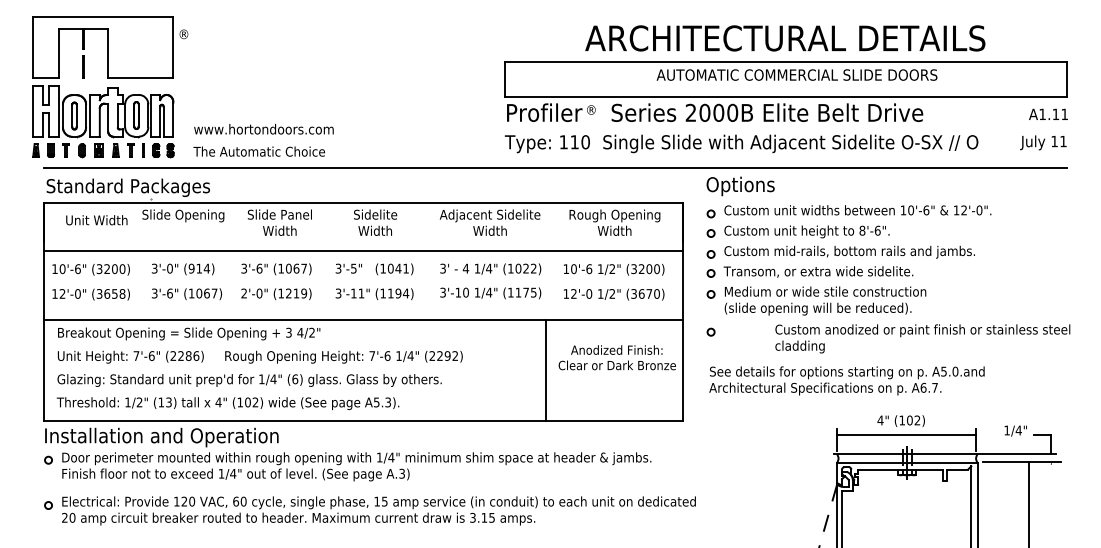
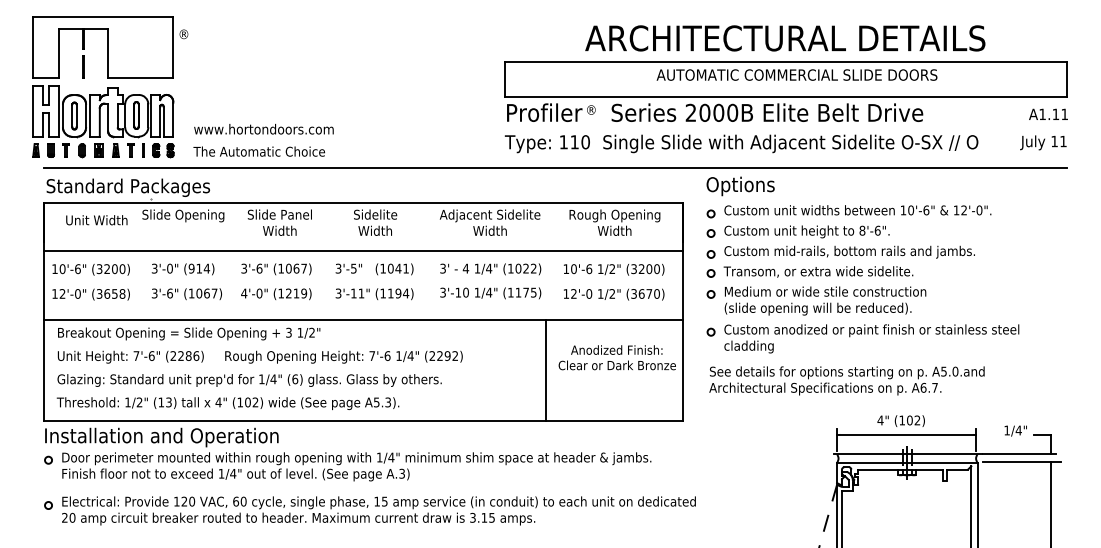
text at (244, 293): 2'-0" -> 4'-0"
text at (300, 332): 4/2" -> 1/2"
text at (922, 338) position: (922, 338) -> (871, 338)
line at (1029, 502) position: (1029, 502) -> (1051, 502)
